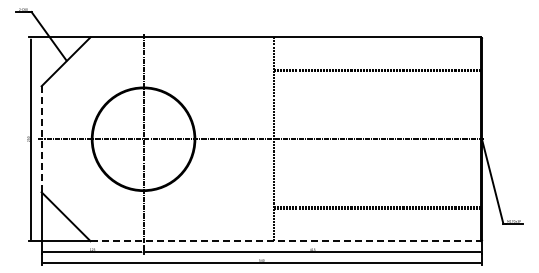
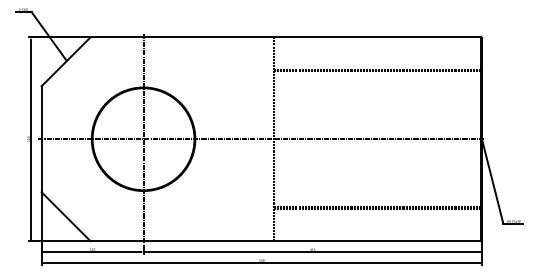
line at (41, 139): dashed -> solid
line at (286, 241): dashed -> solid
